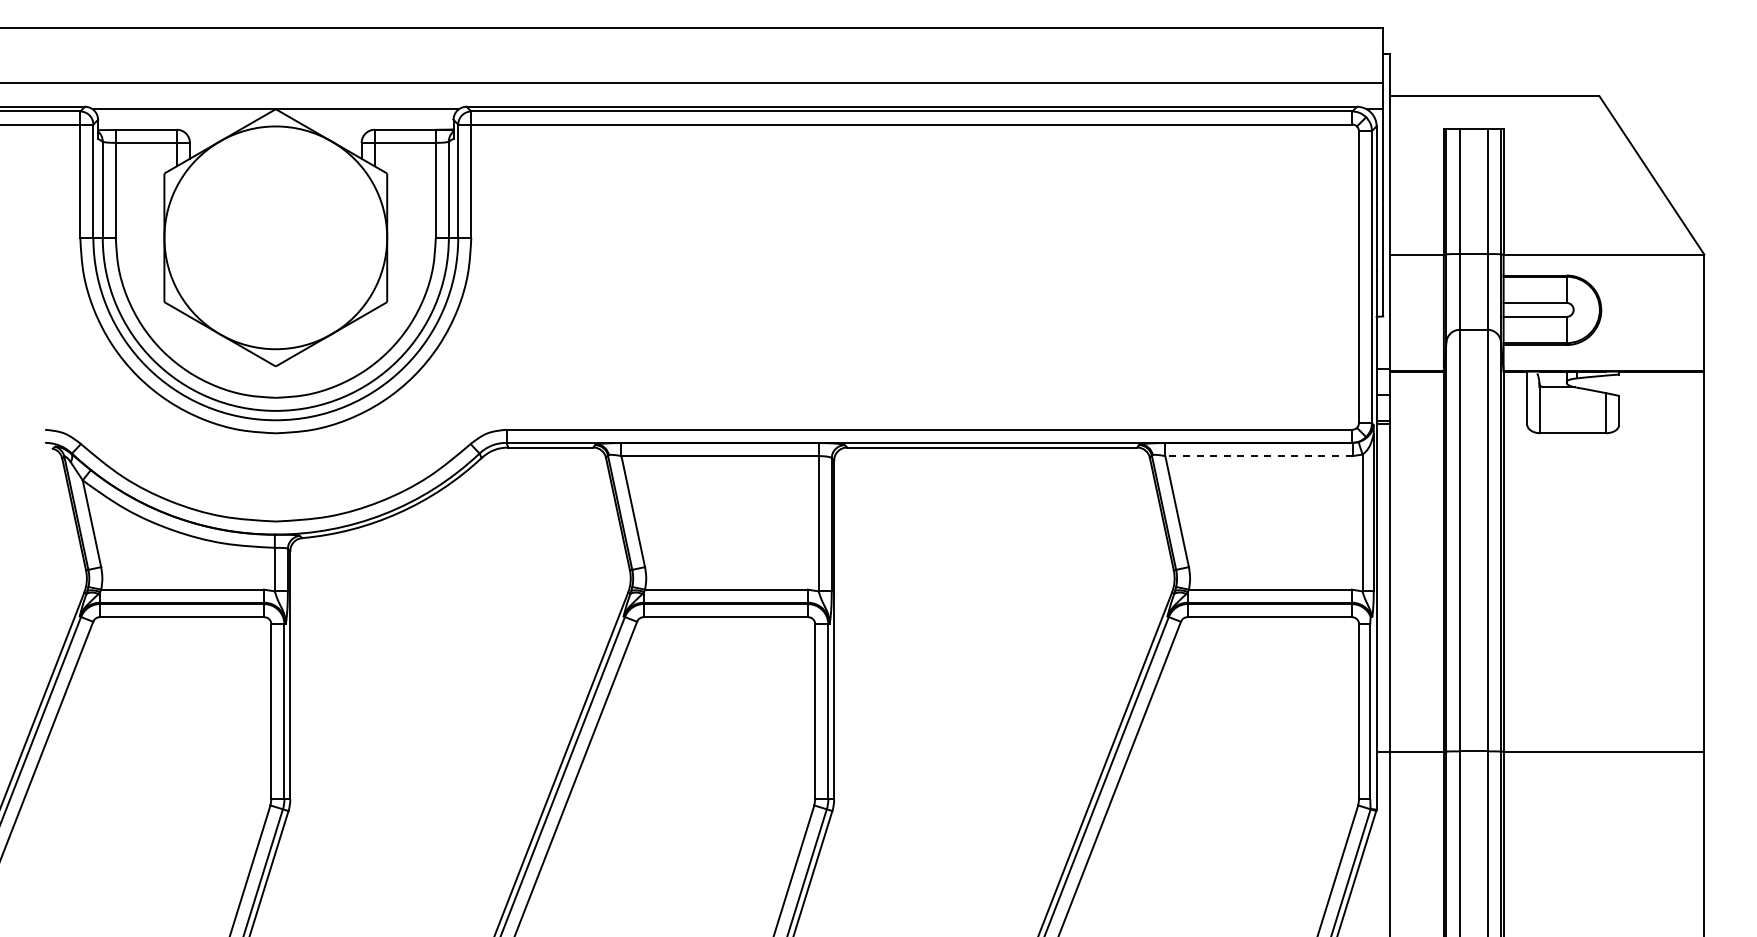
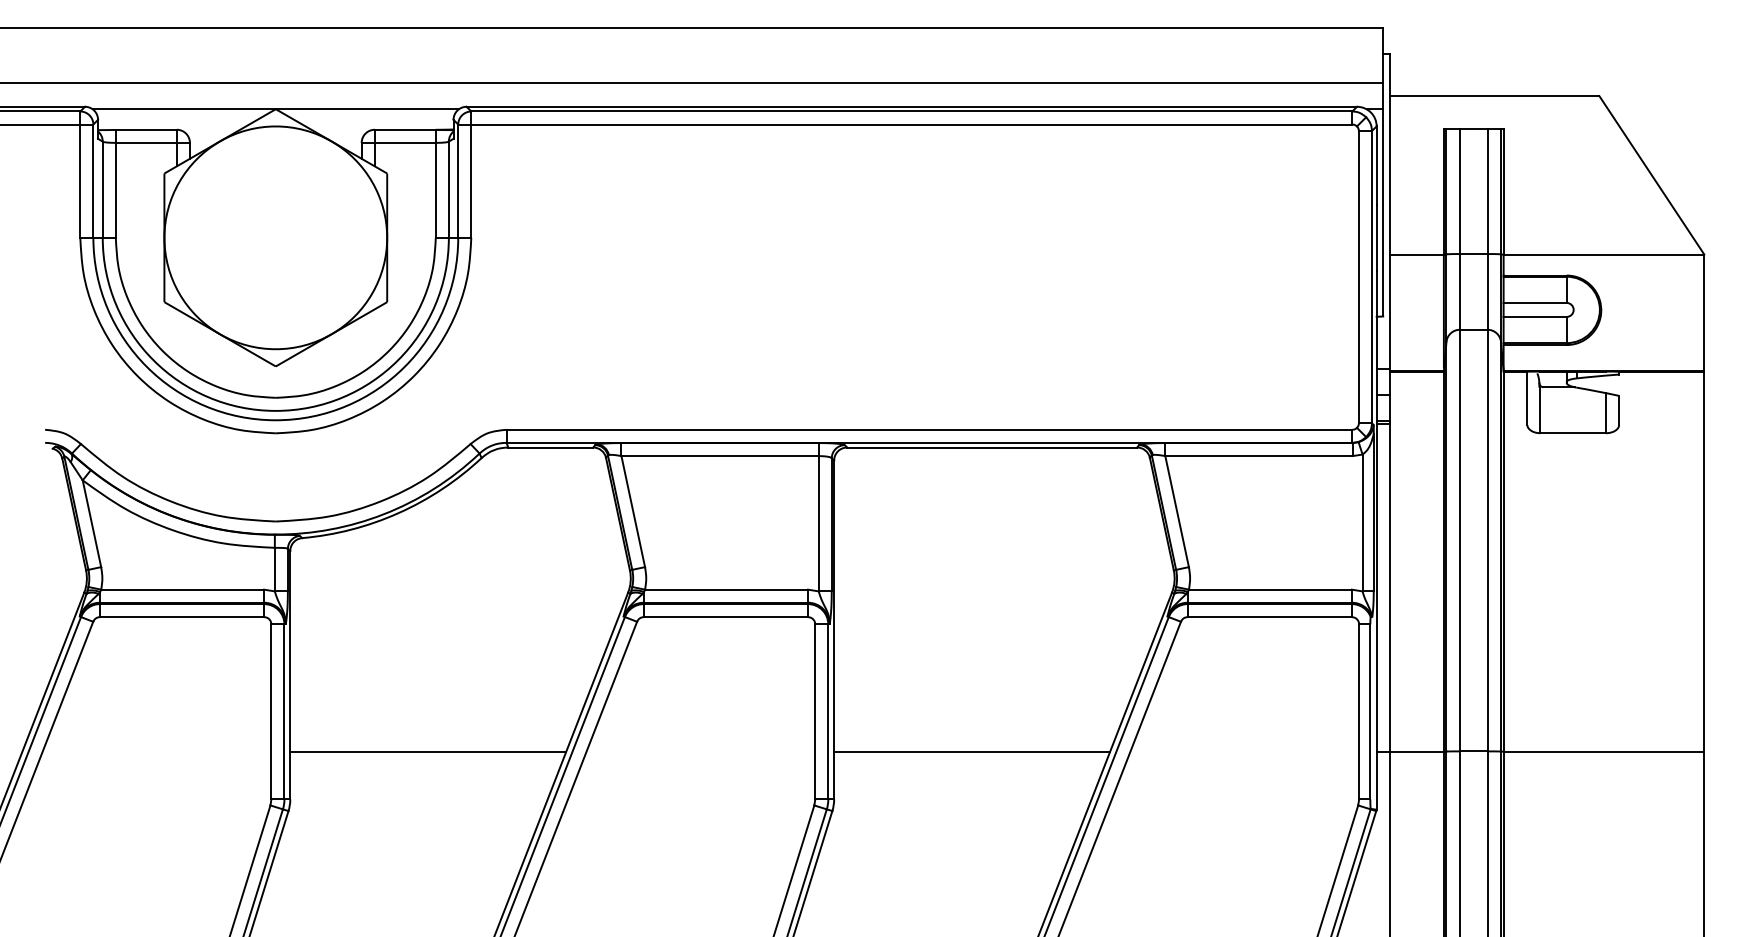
line at (1258, 456): dashed -> solid
line at (428, 751): none -> present
line at (972, 751): none -> present
